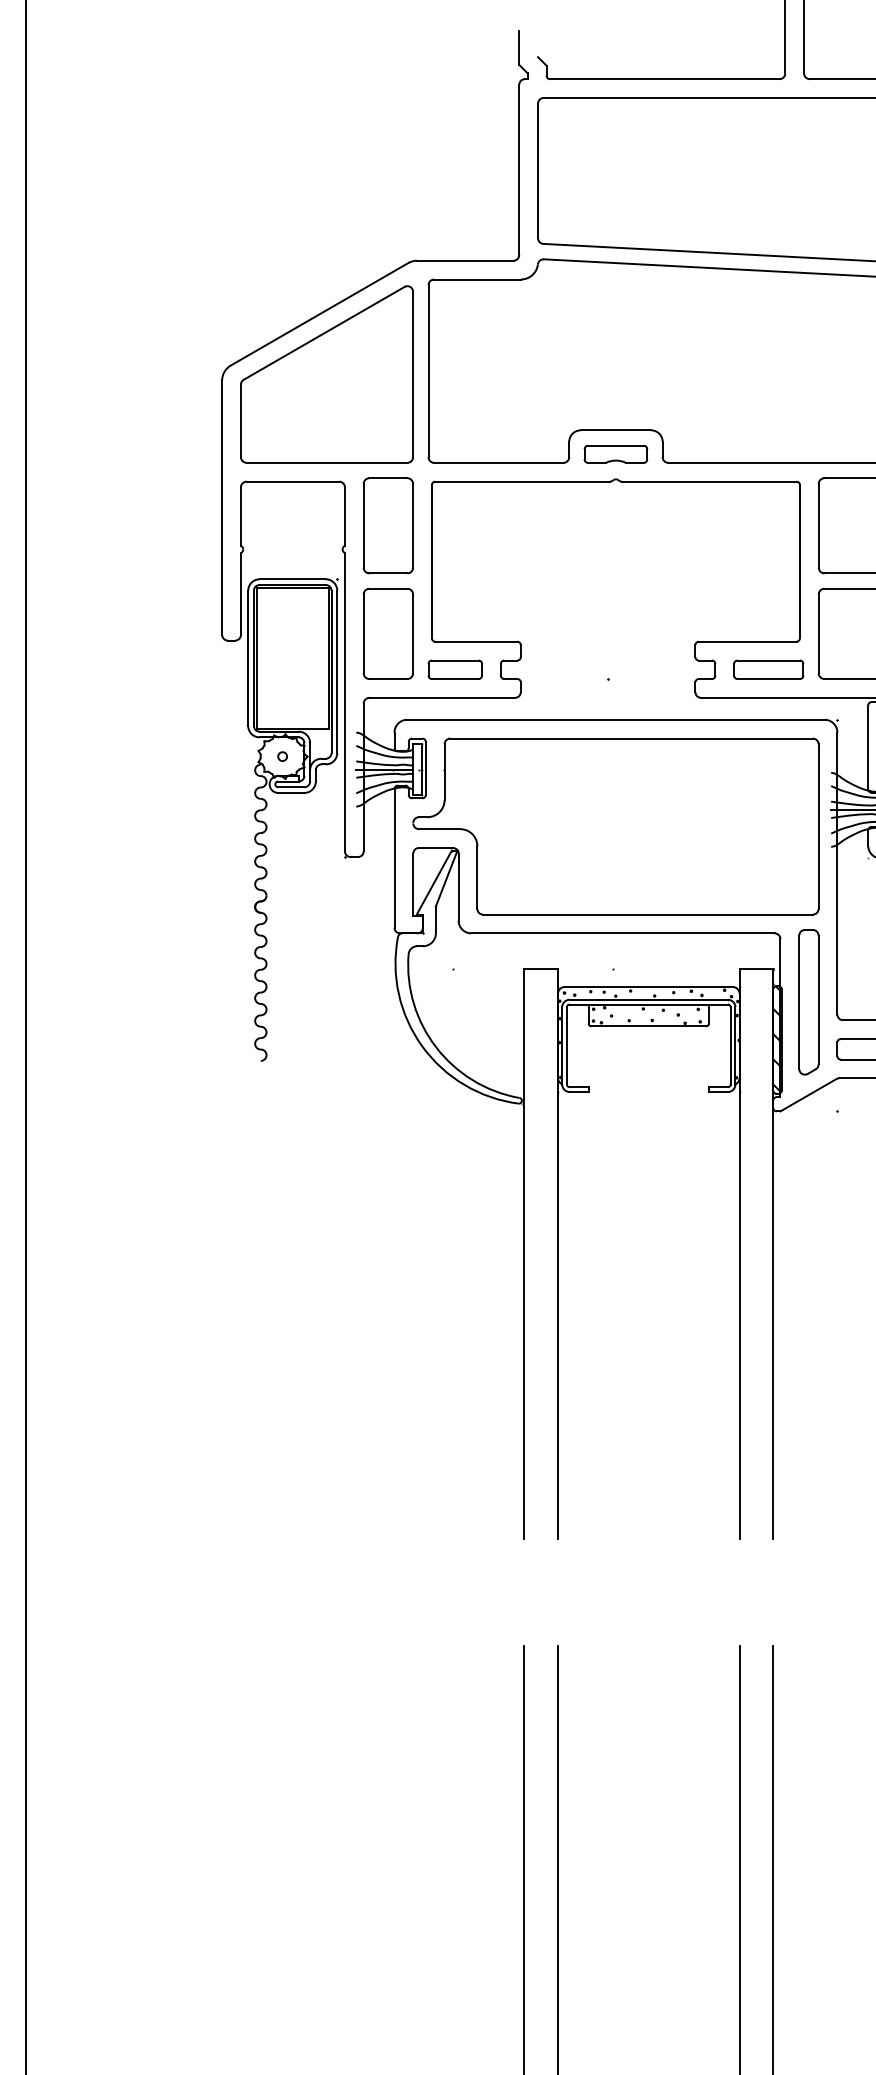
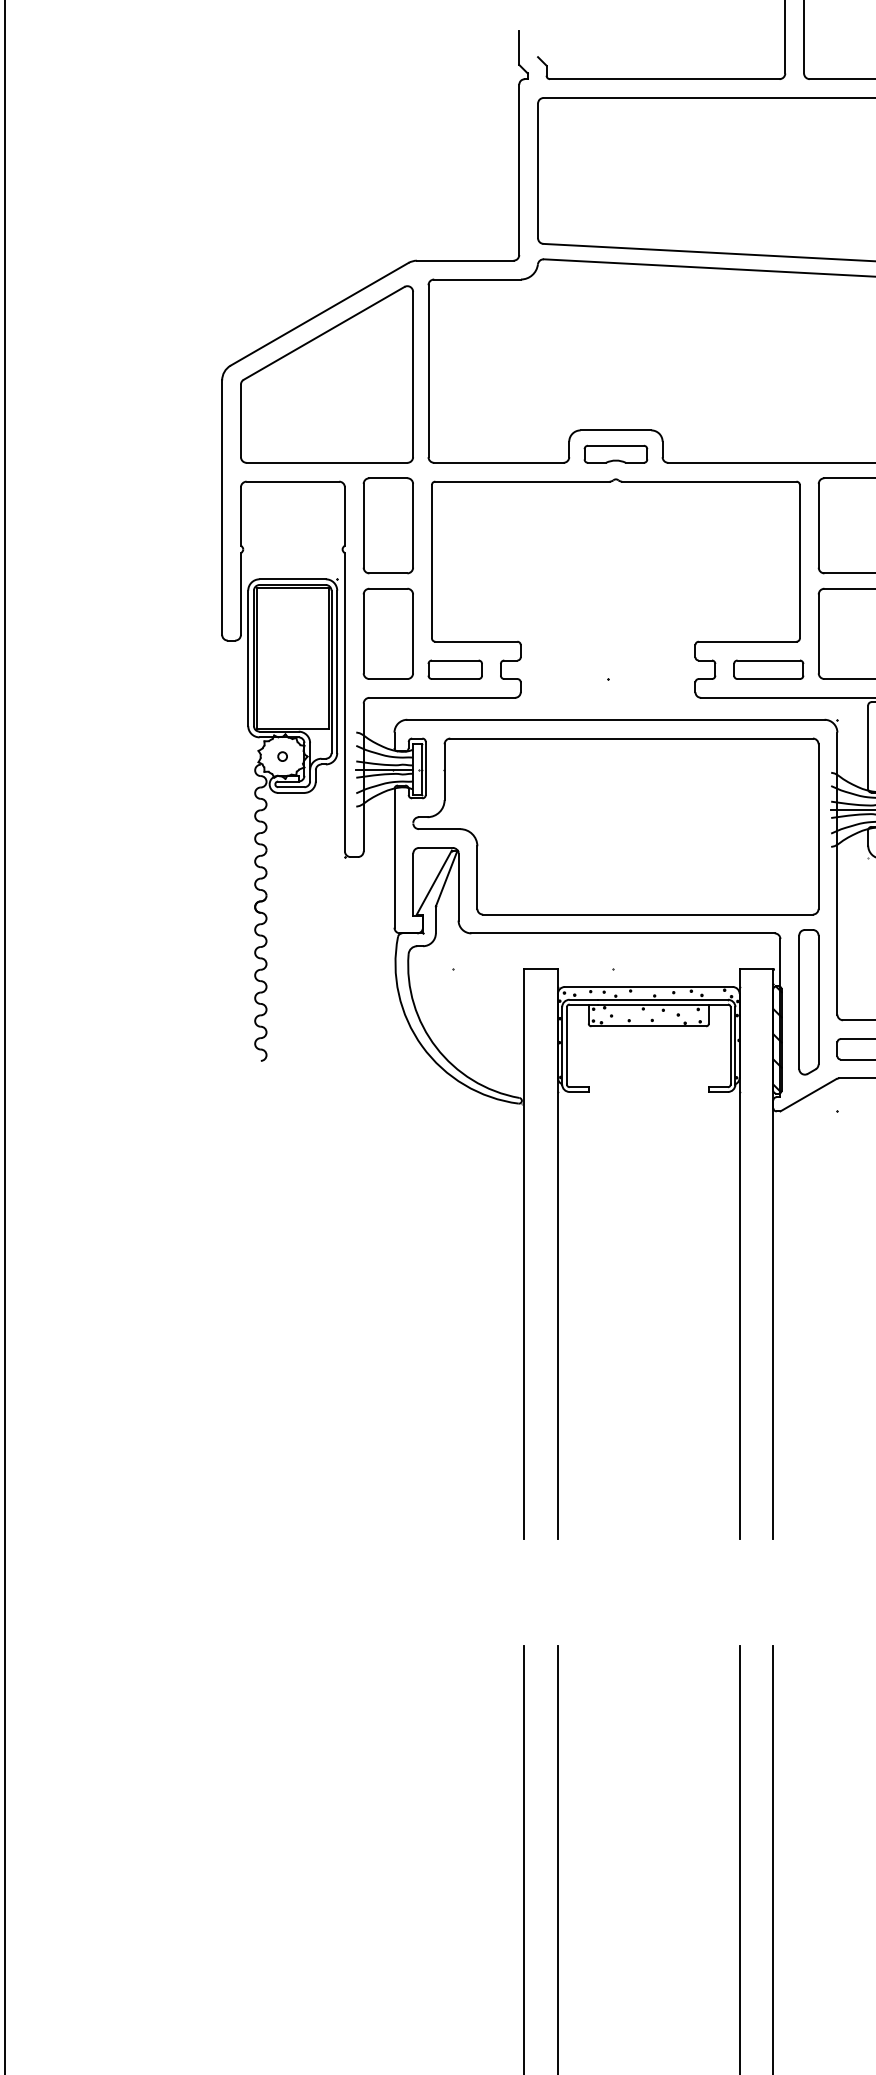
line at (26, 1036) position: (26, 1036) -> (5, 1036)
